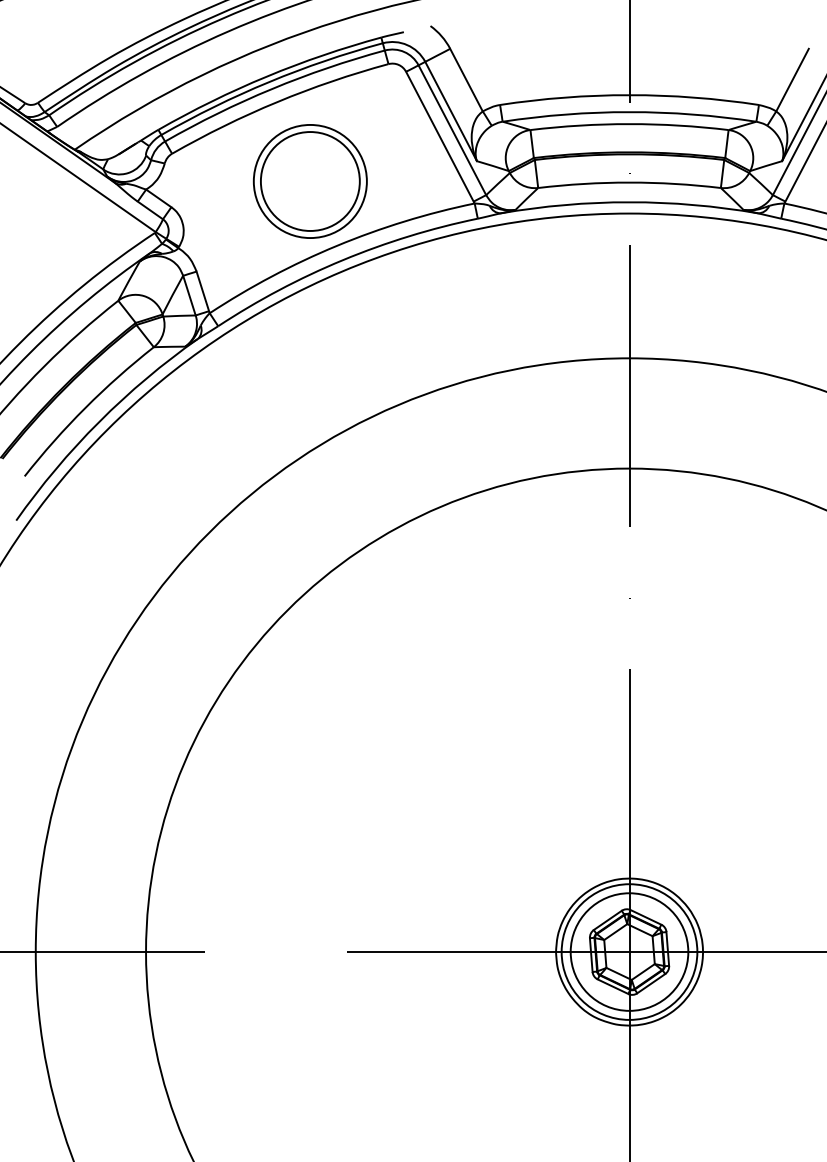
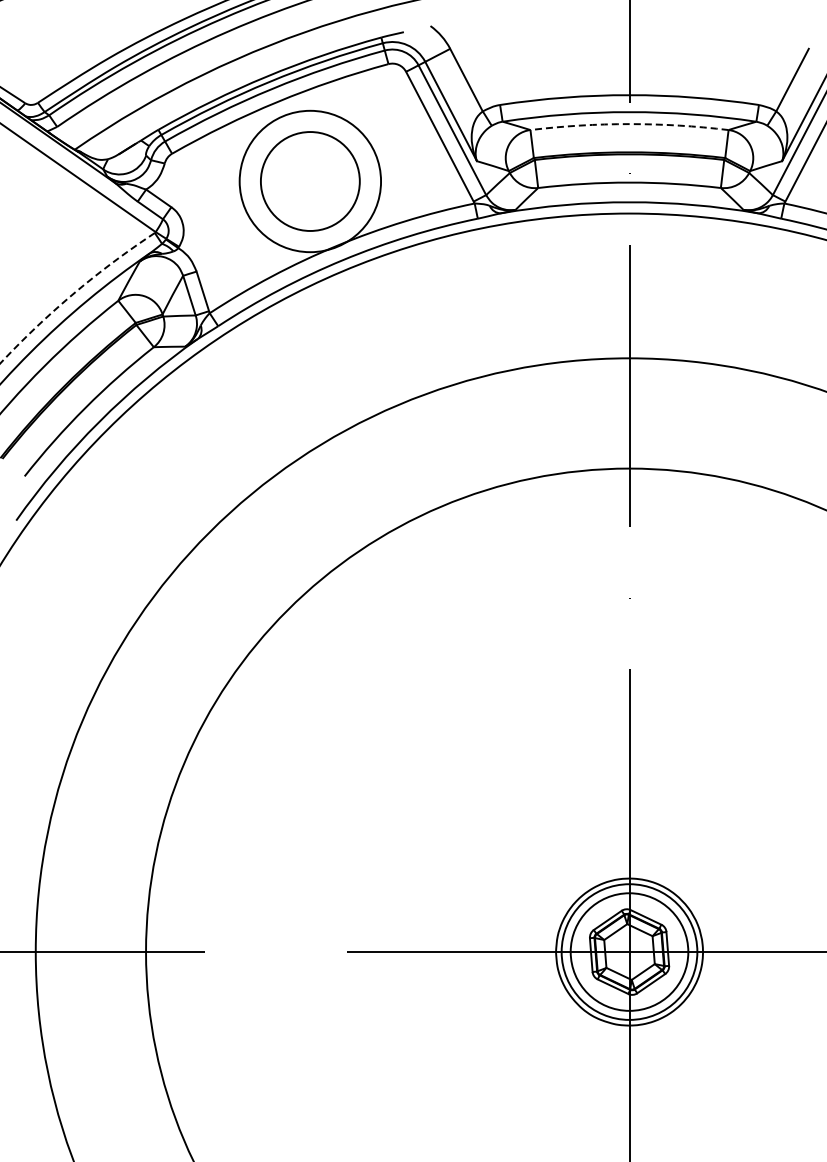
arc at (629, 124): solid -> dashed
circle at (309, 181) diameter: 113 px -> 141 px
arc at (73, 294): solid -> dashed
